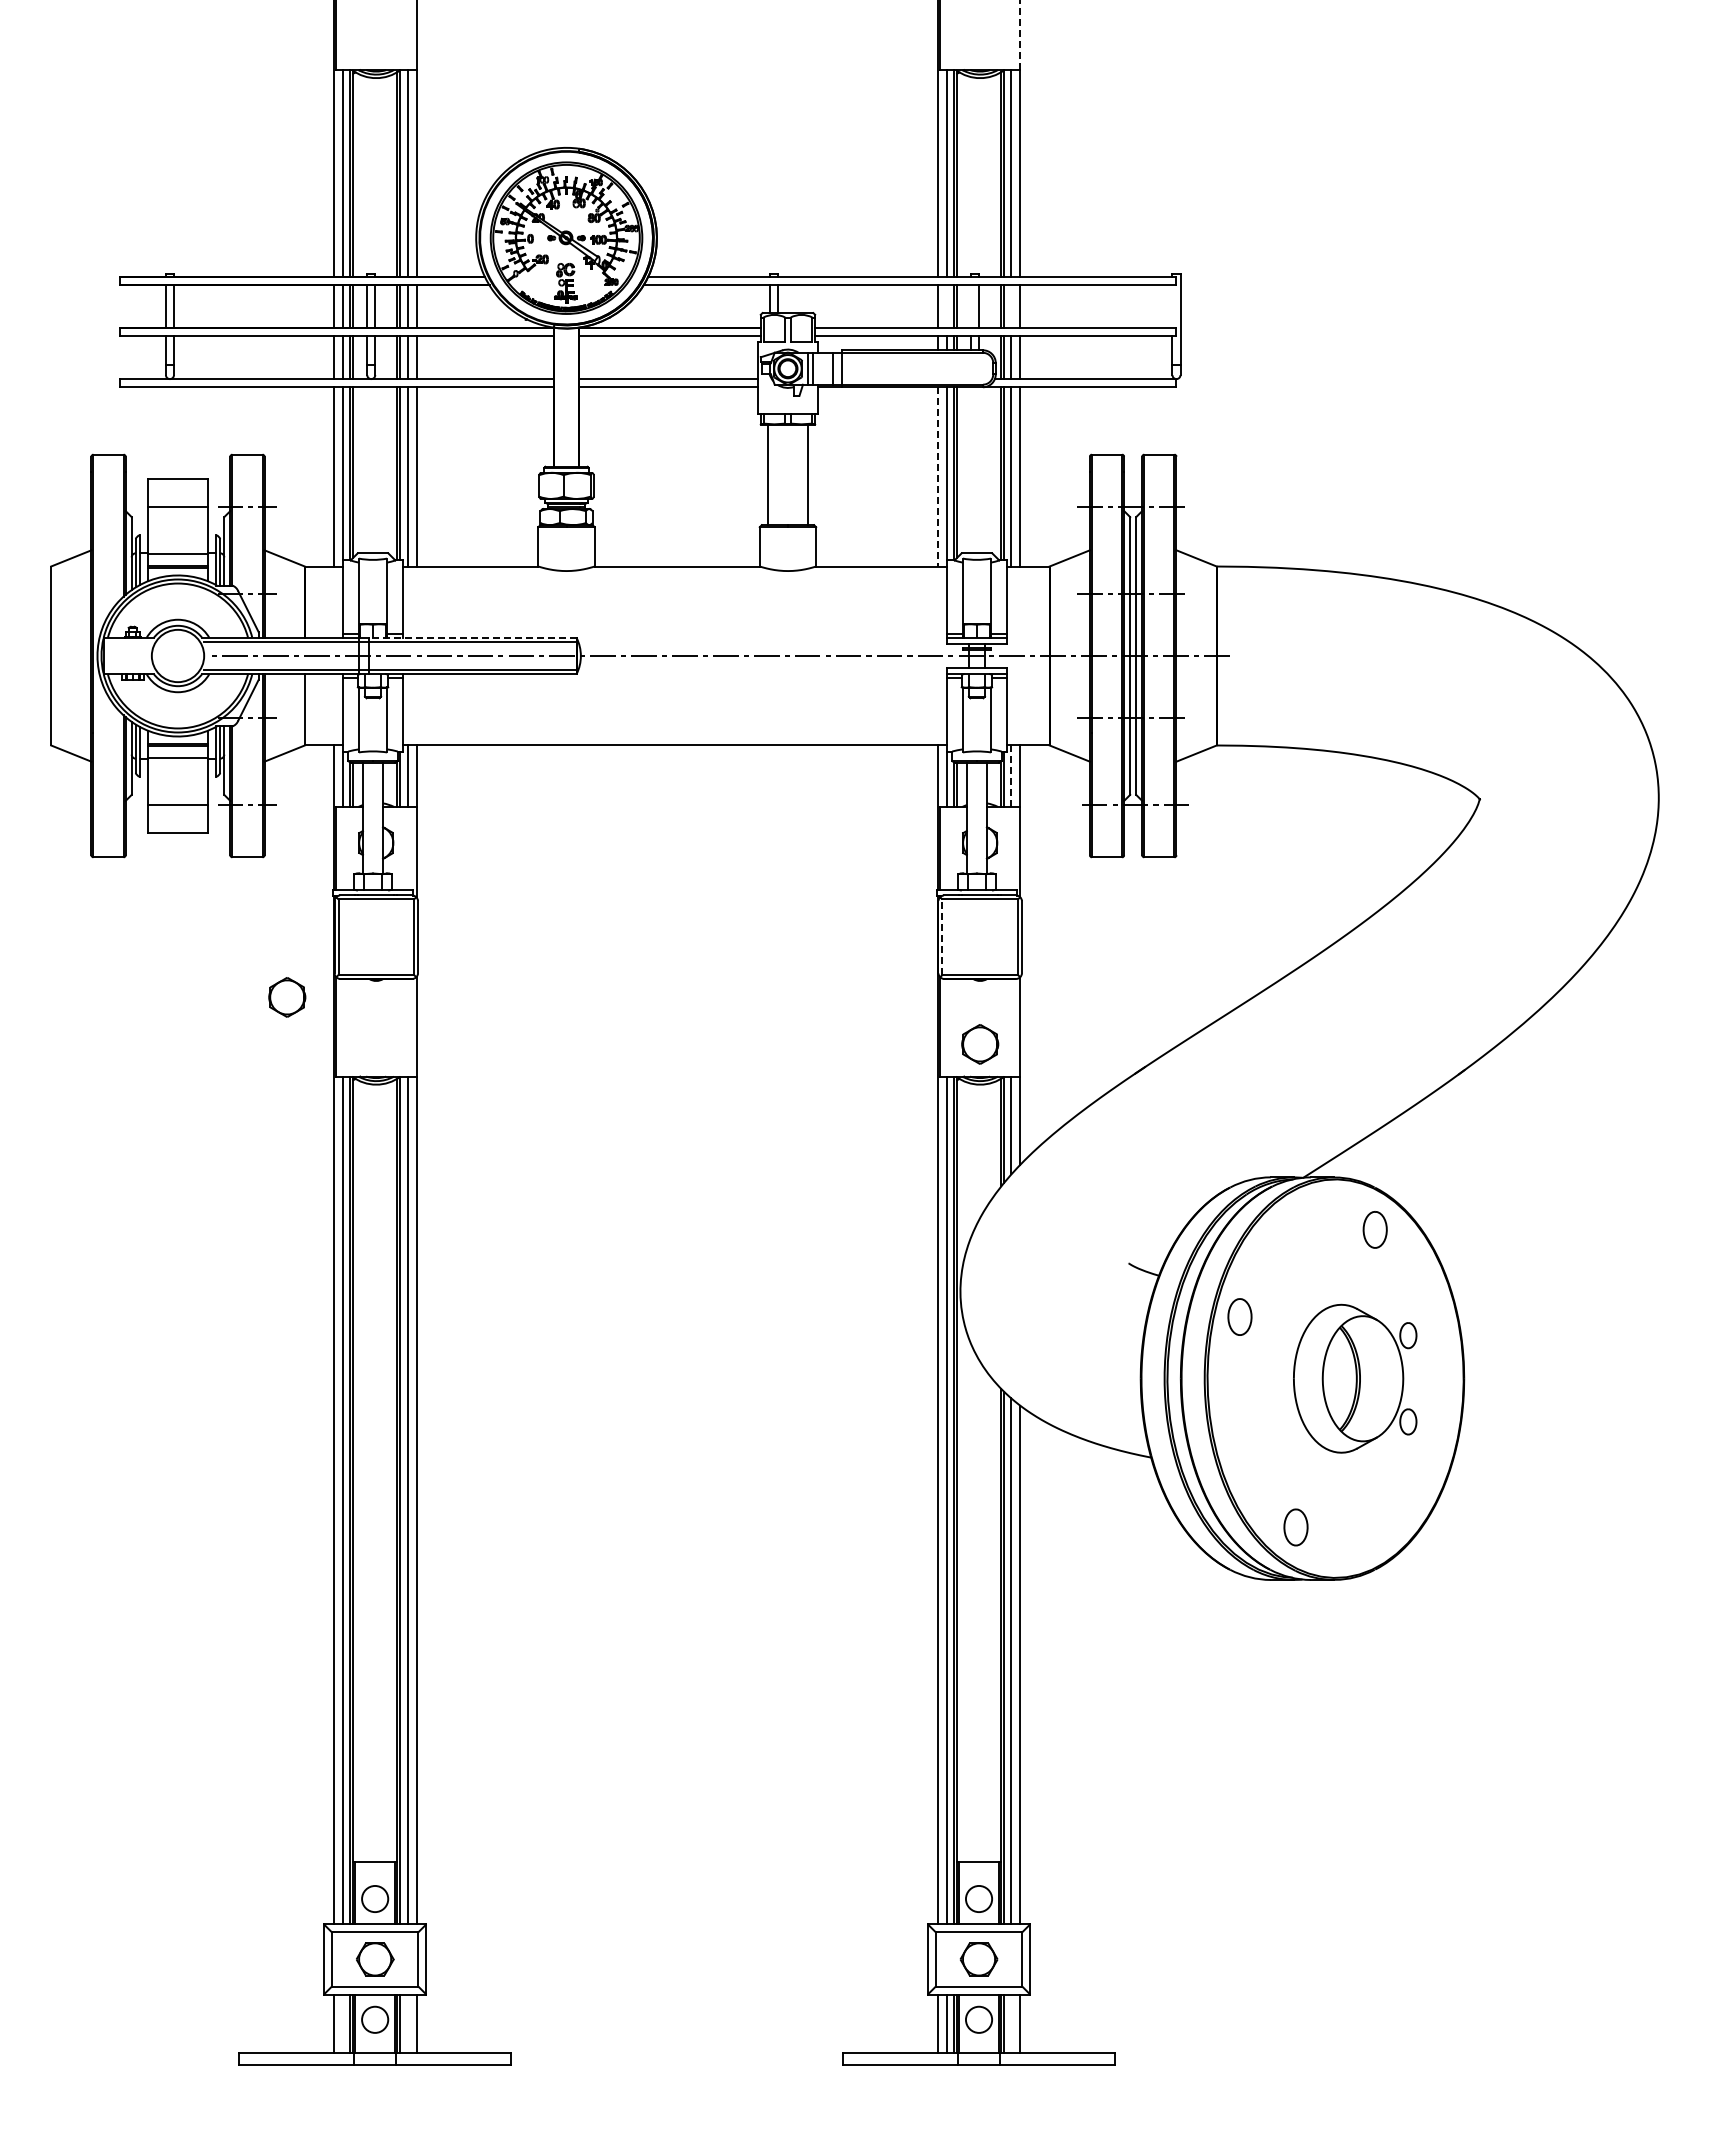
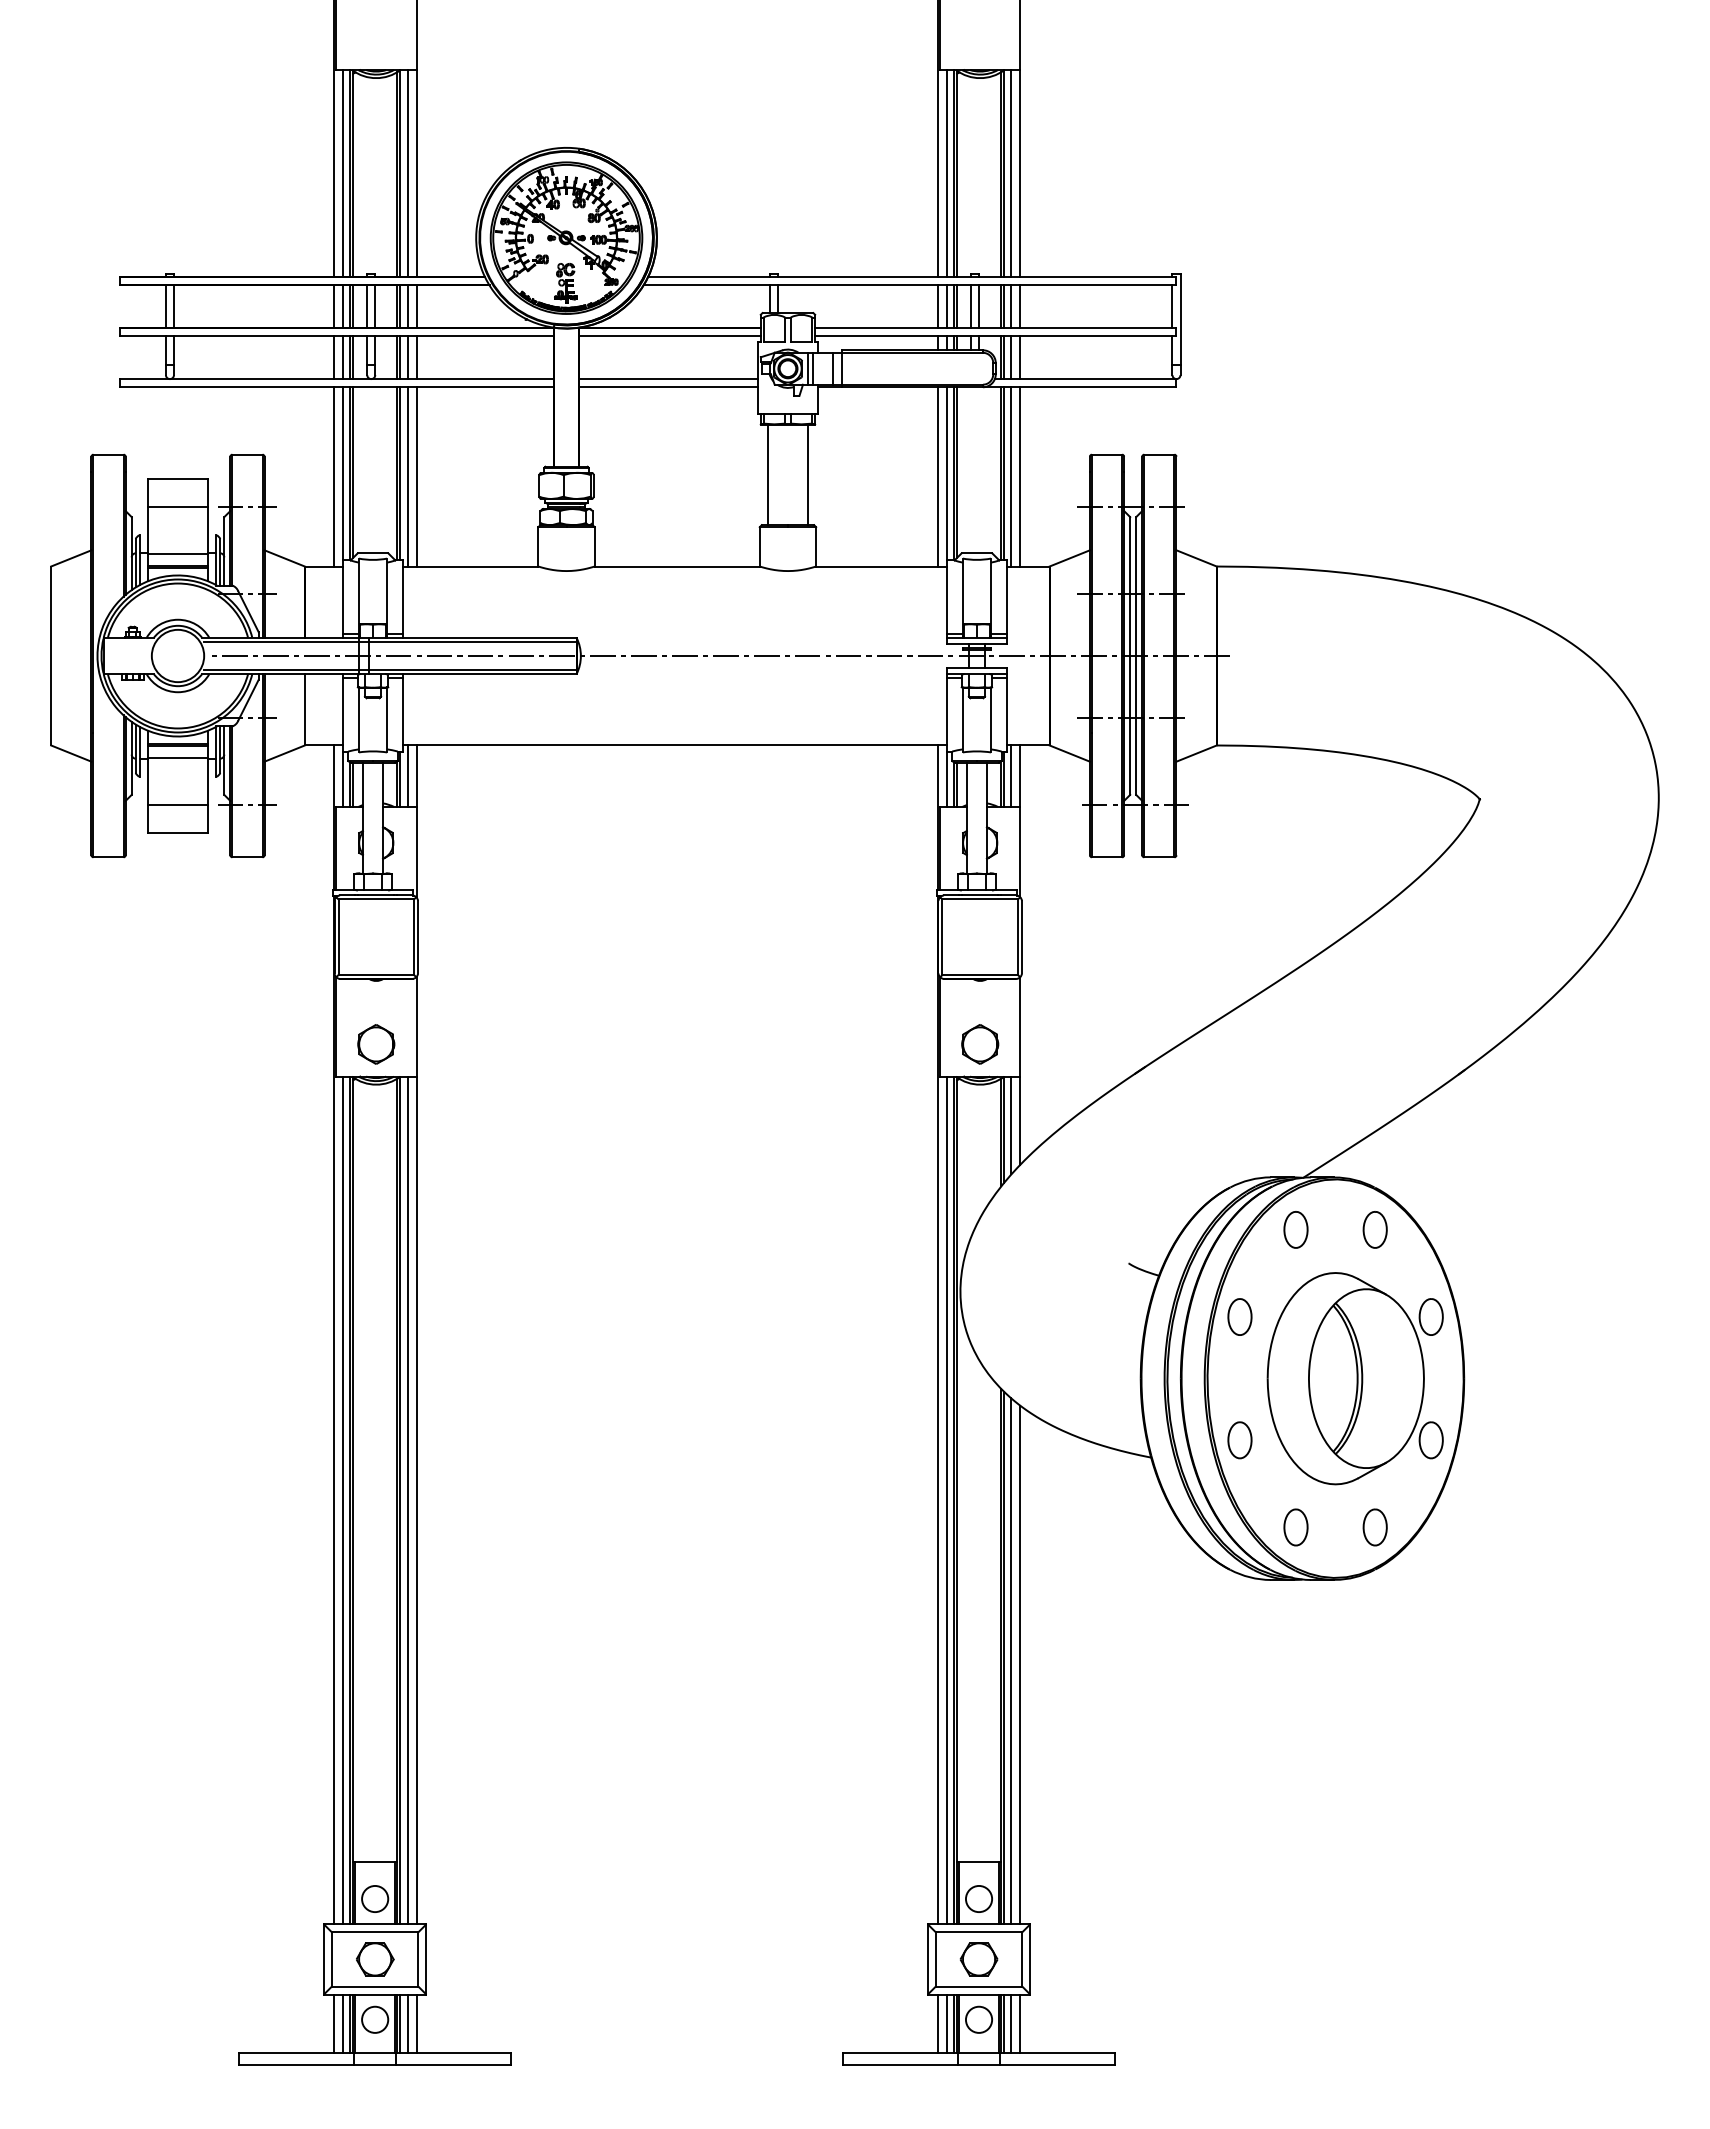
line at (1020, 35): dashed -> solid
line at (946, 306): none -> present
line at (971, 306): none -> present
line at (1011, 306): none -> present
line at (1172, 306): none -> present
line at (937, 476): dashed -> solid
line at (472, 637): dashed -> solid
line at (1011, 776): dashed -> solid
line at (942, 937): dashed -> solid
part at (287, 997) position: (287, 997) -> (376, 1044)
part at (1295, 1229): none -> present
part at (1355, 1378) size: 125x151 px -> 178x214 px
part at (1239, 1440): none -> present
part at (1374, 1527): none -> present
line at (343, 2023): none -> present
line at (407, 2023): none -> present
line at (1011, 2023): none -> present
